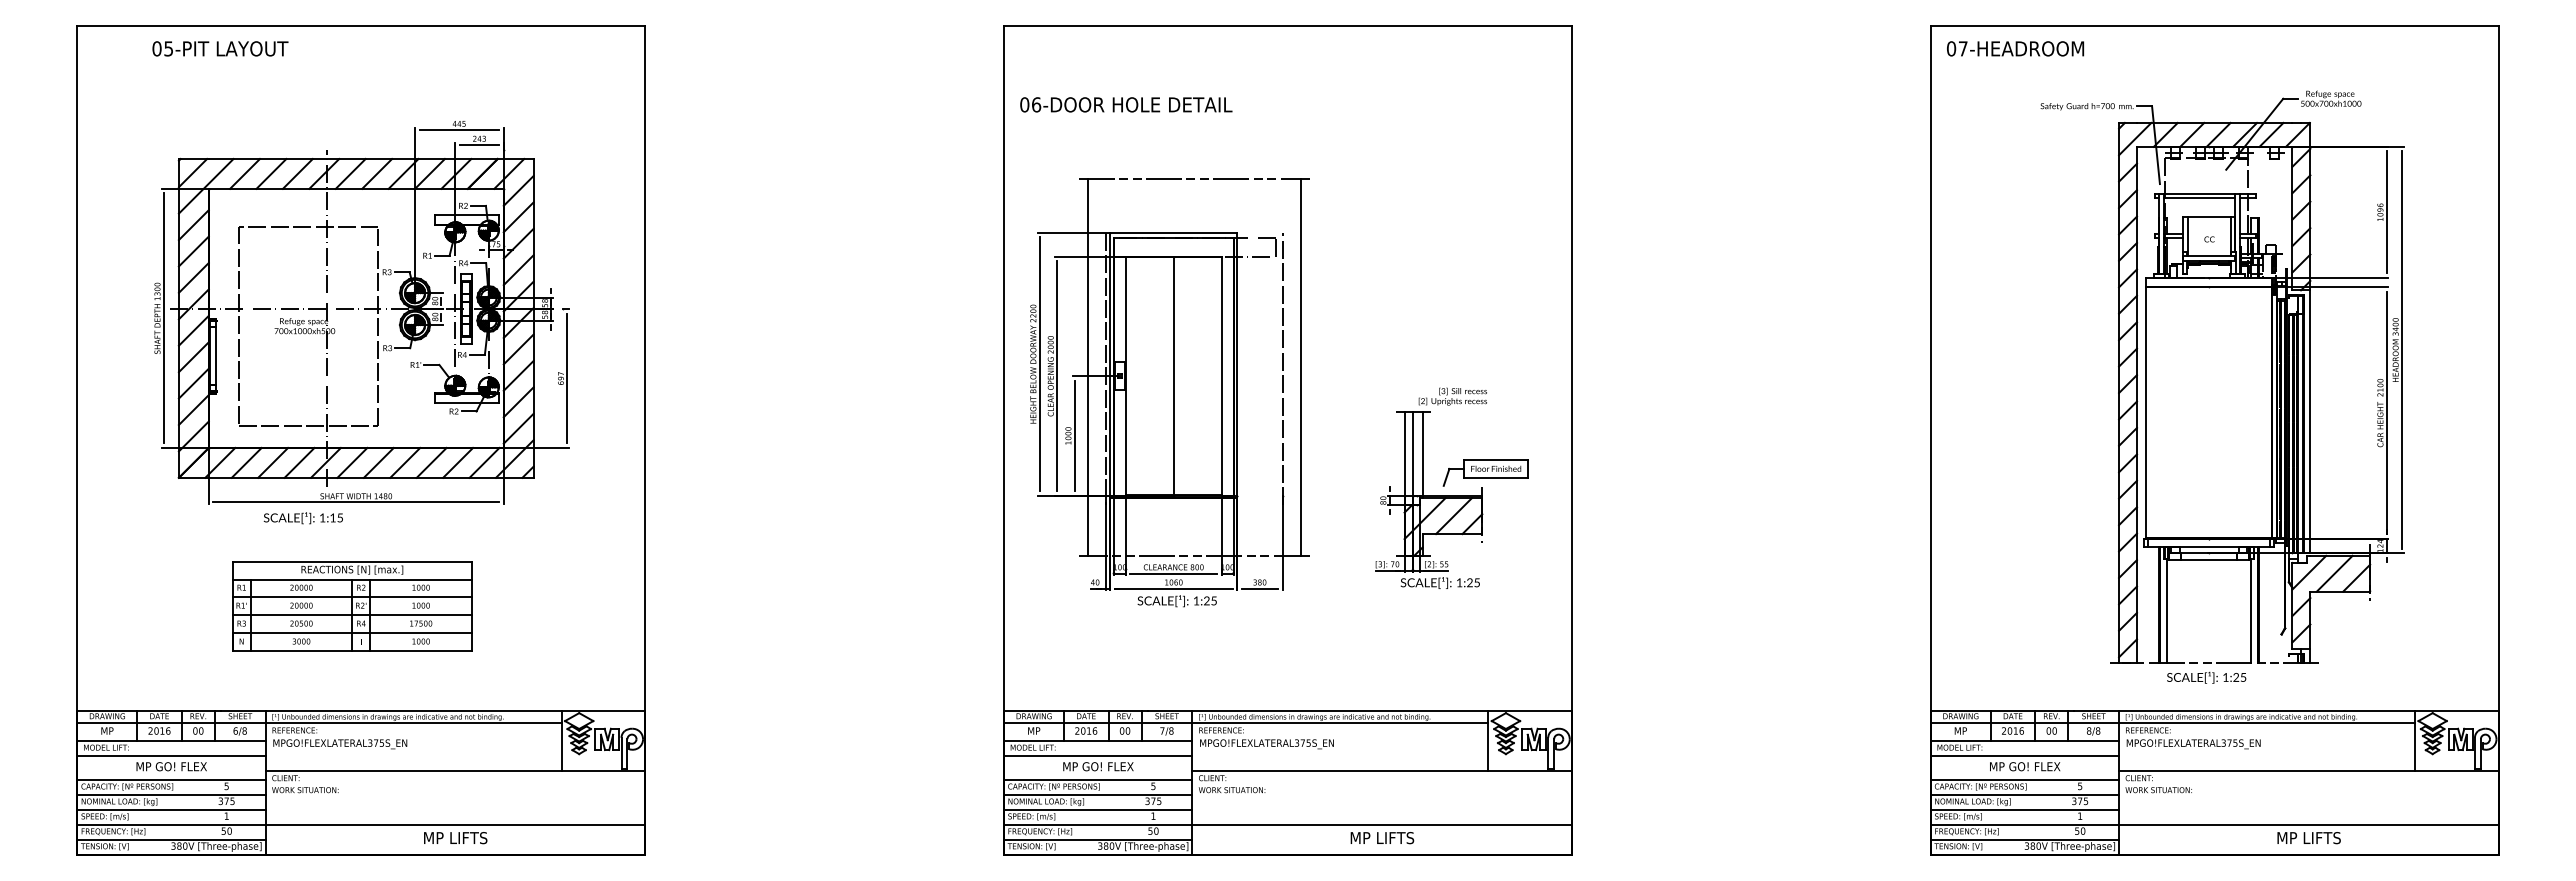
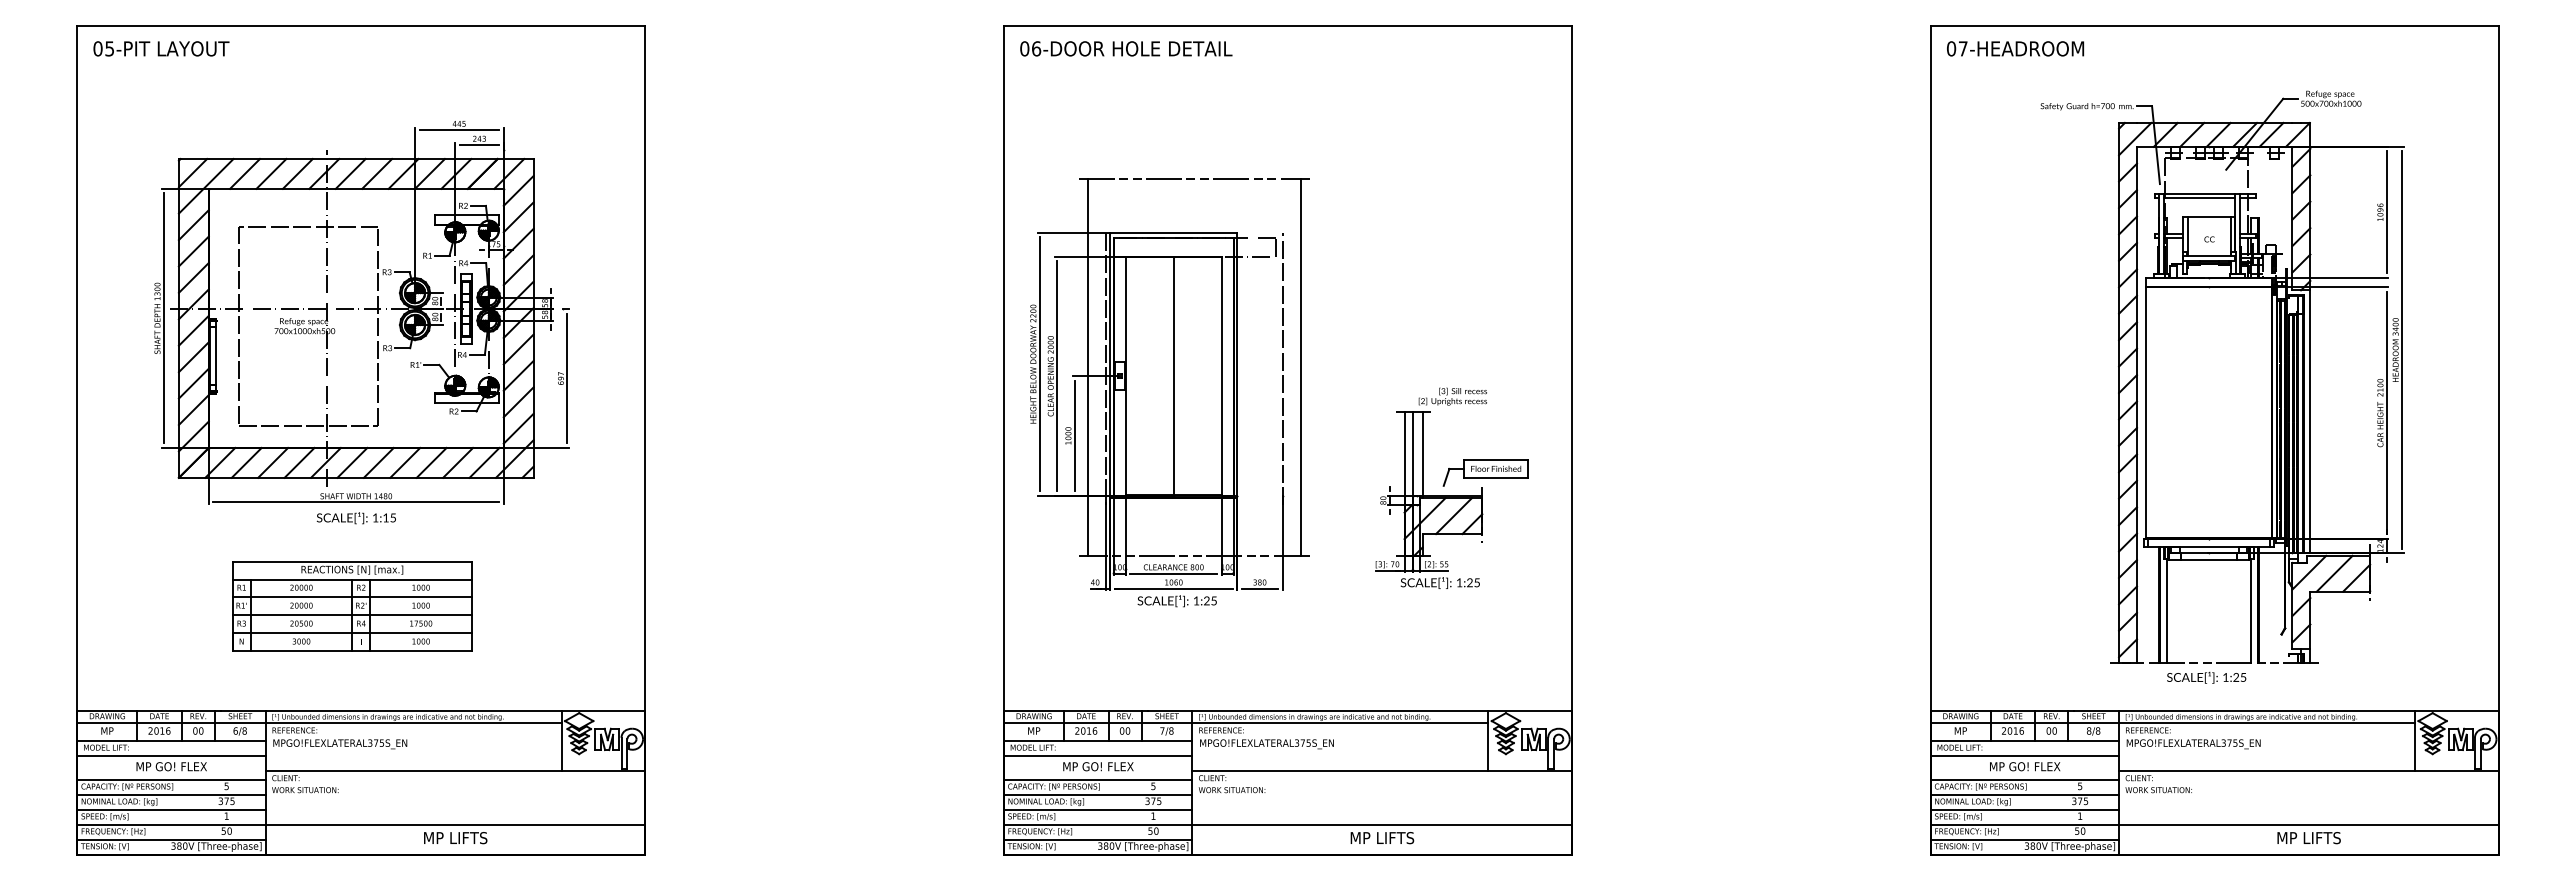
text at (220, 48) position: (220, 48) -> (161, 48)
text at (1126, 104) position: (1126, 104) -> (1126, 48)
text at (302, 518) position: (302, 518) -> (355, 518)
